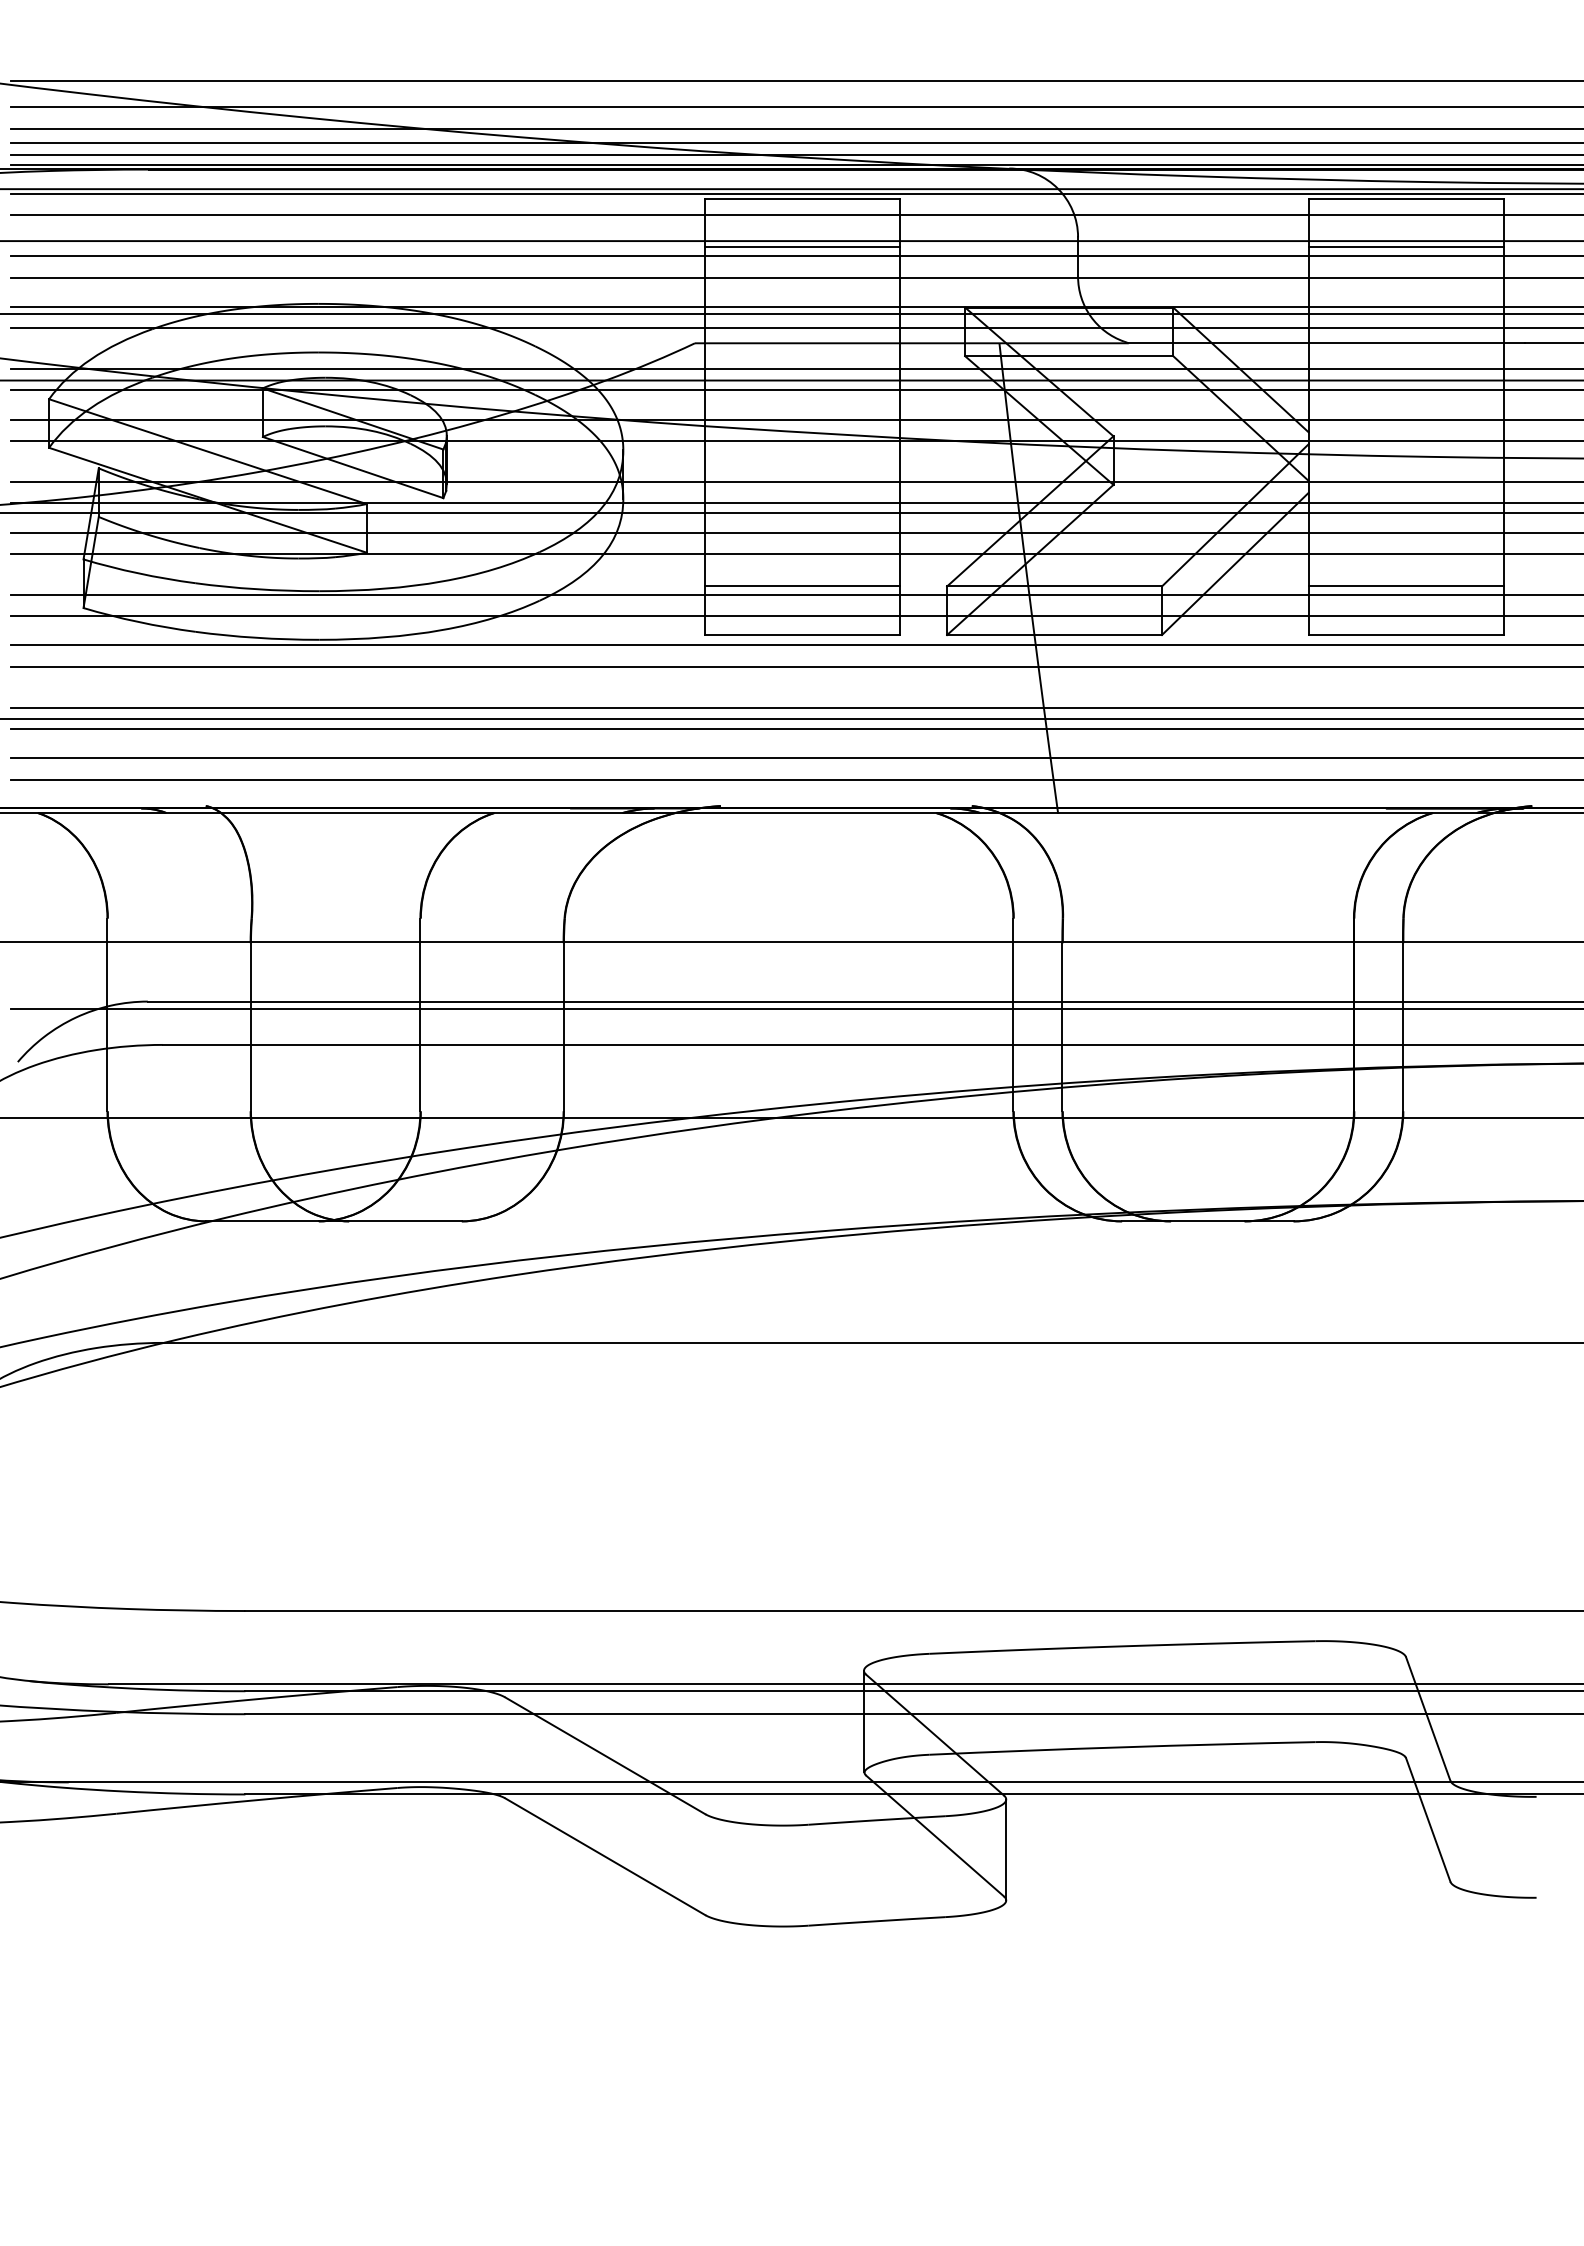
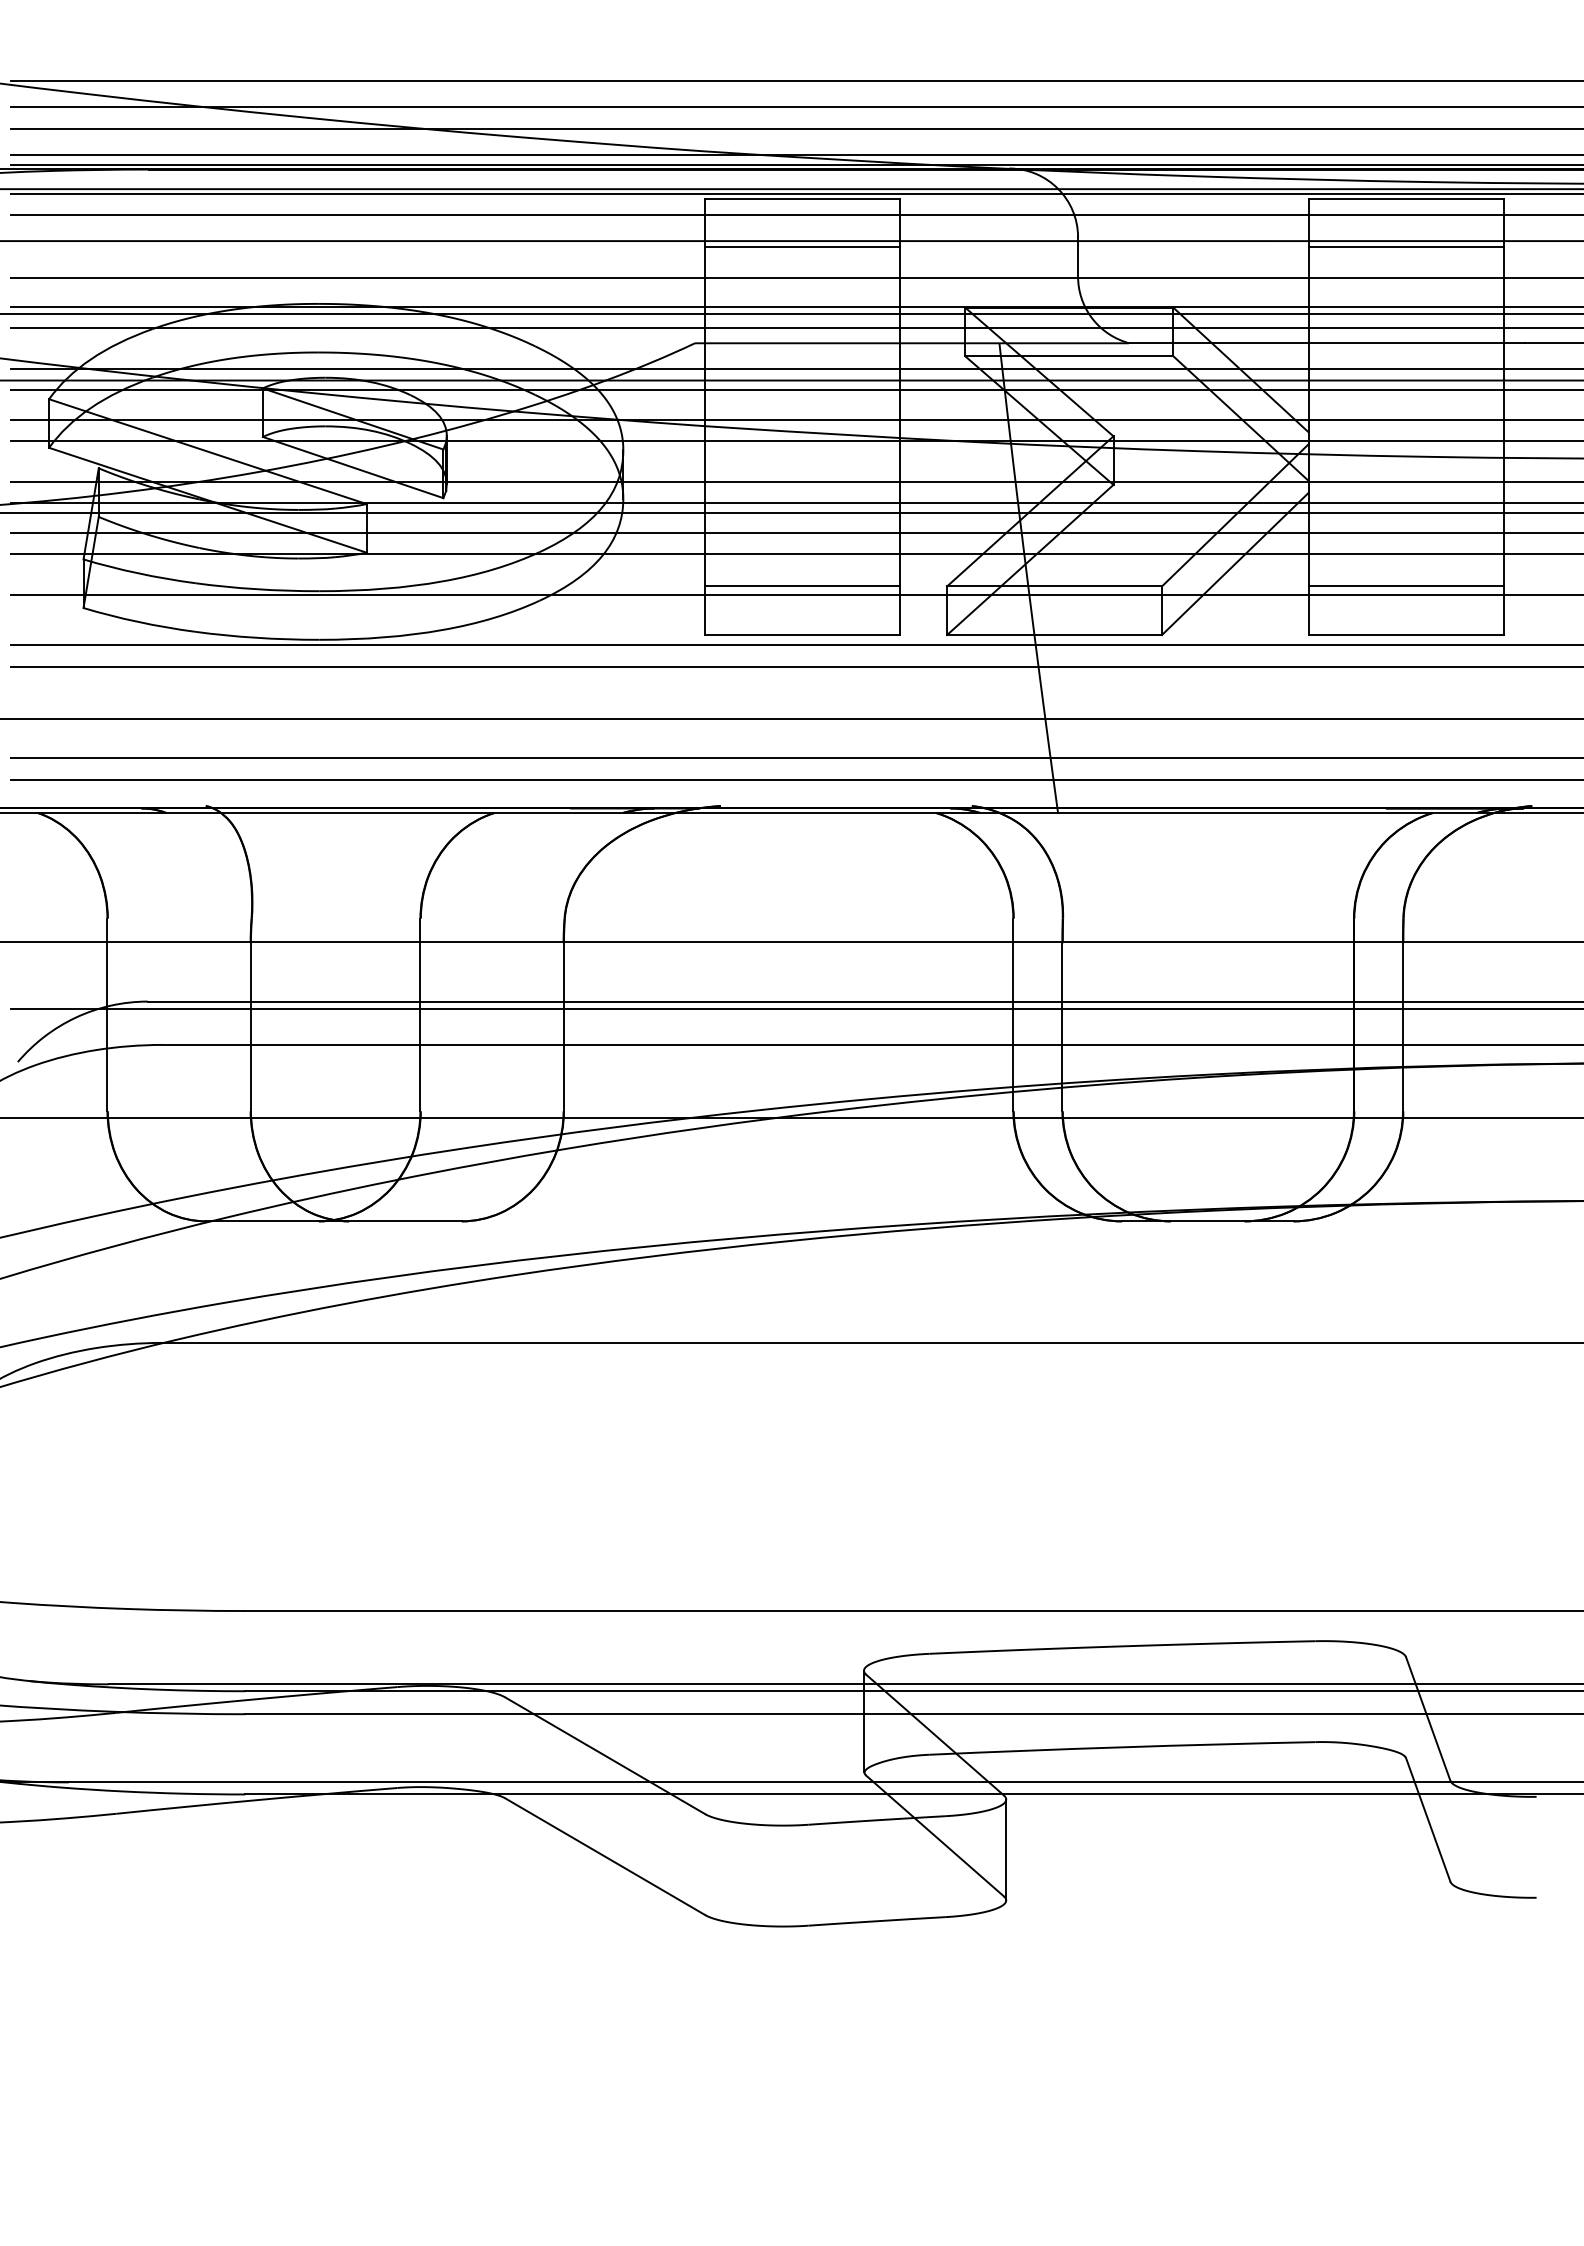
line at (795, 143): present -> none
line at (795, 256): present -> none
line at (795, 616): present -> none
line at (795, 707): present -> none
line at (795, 729): present -> none
